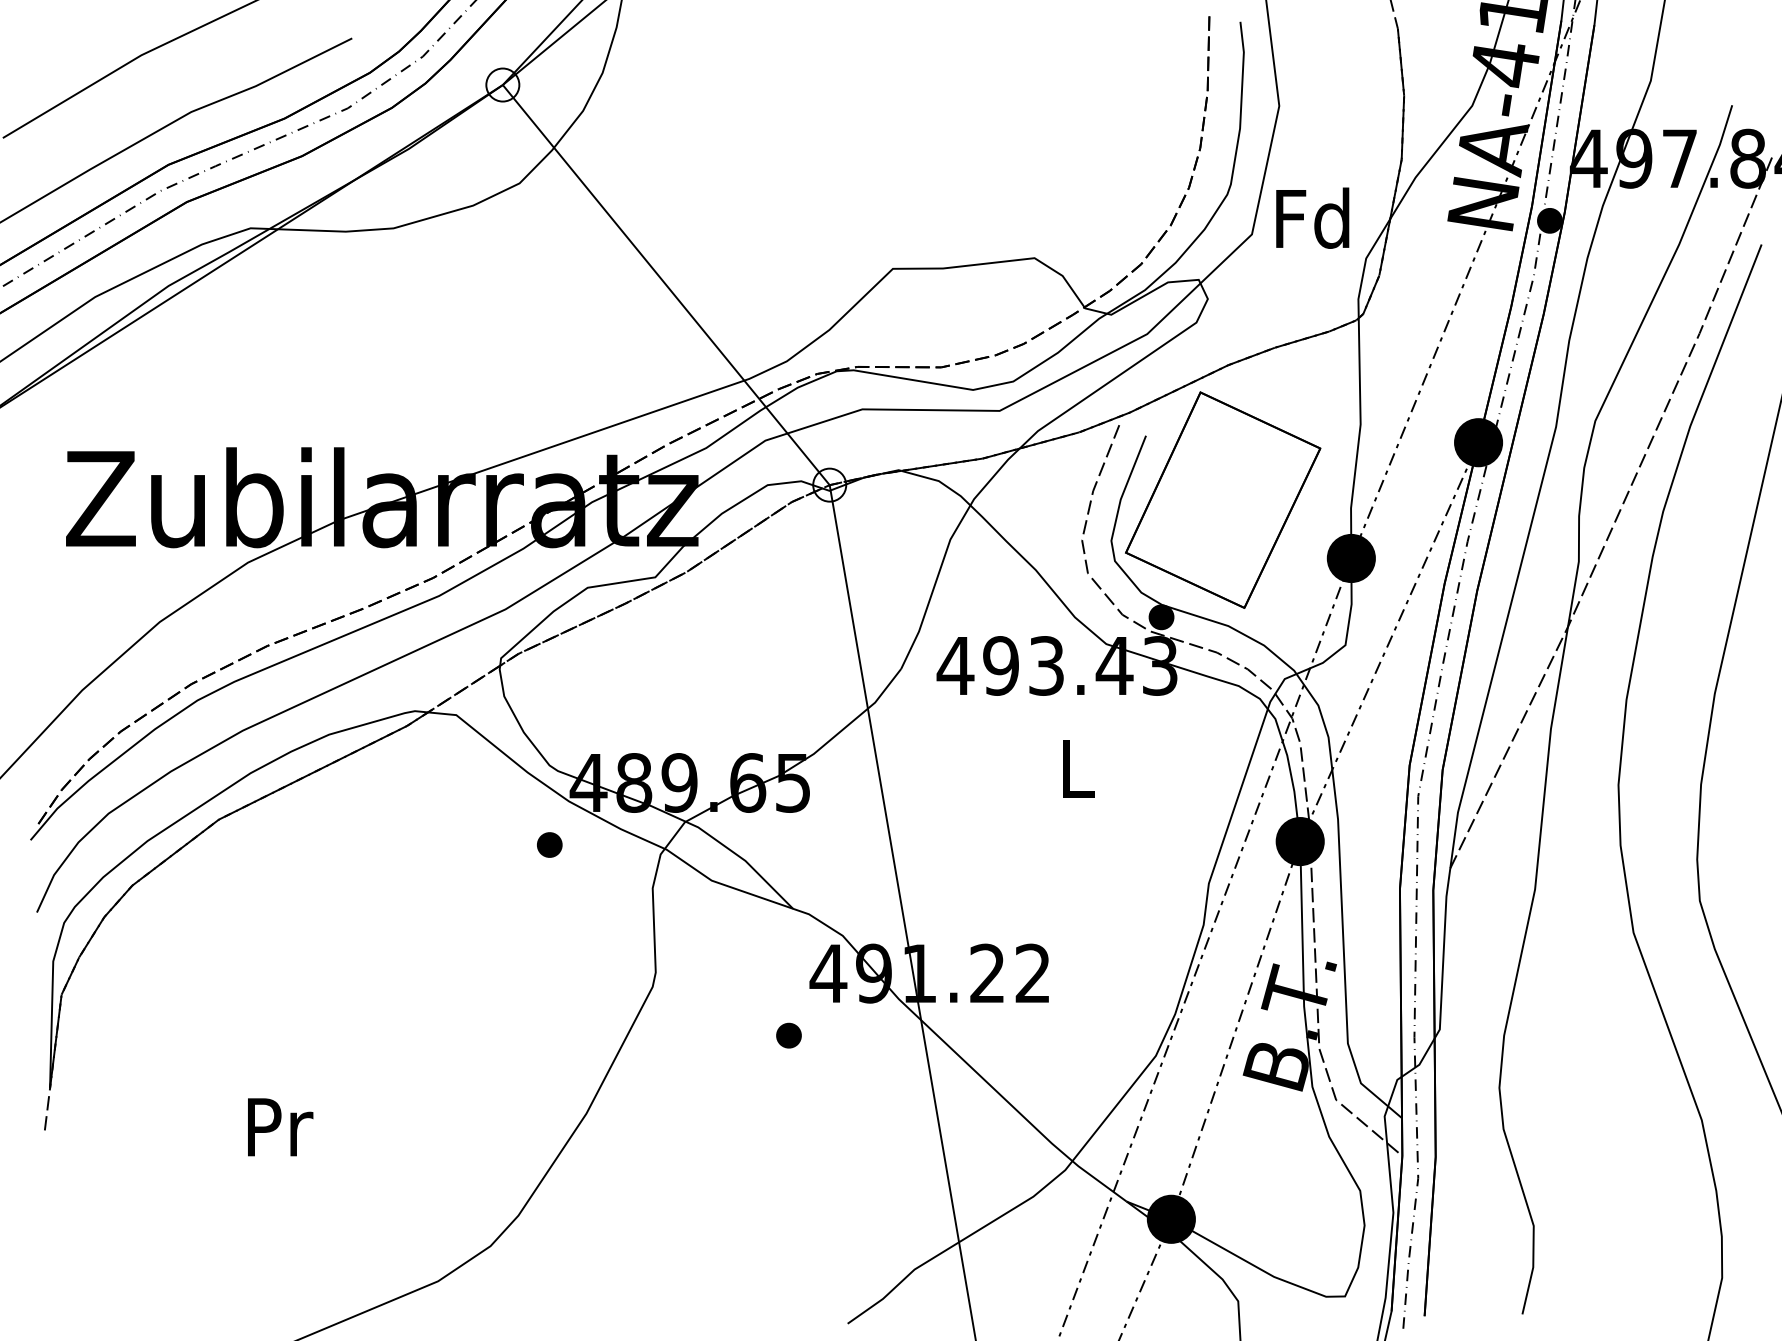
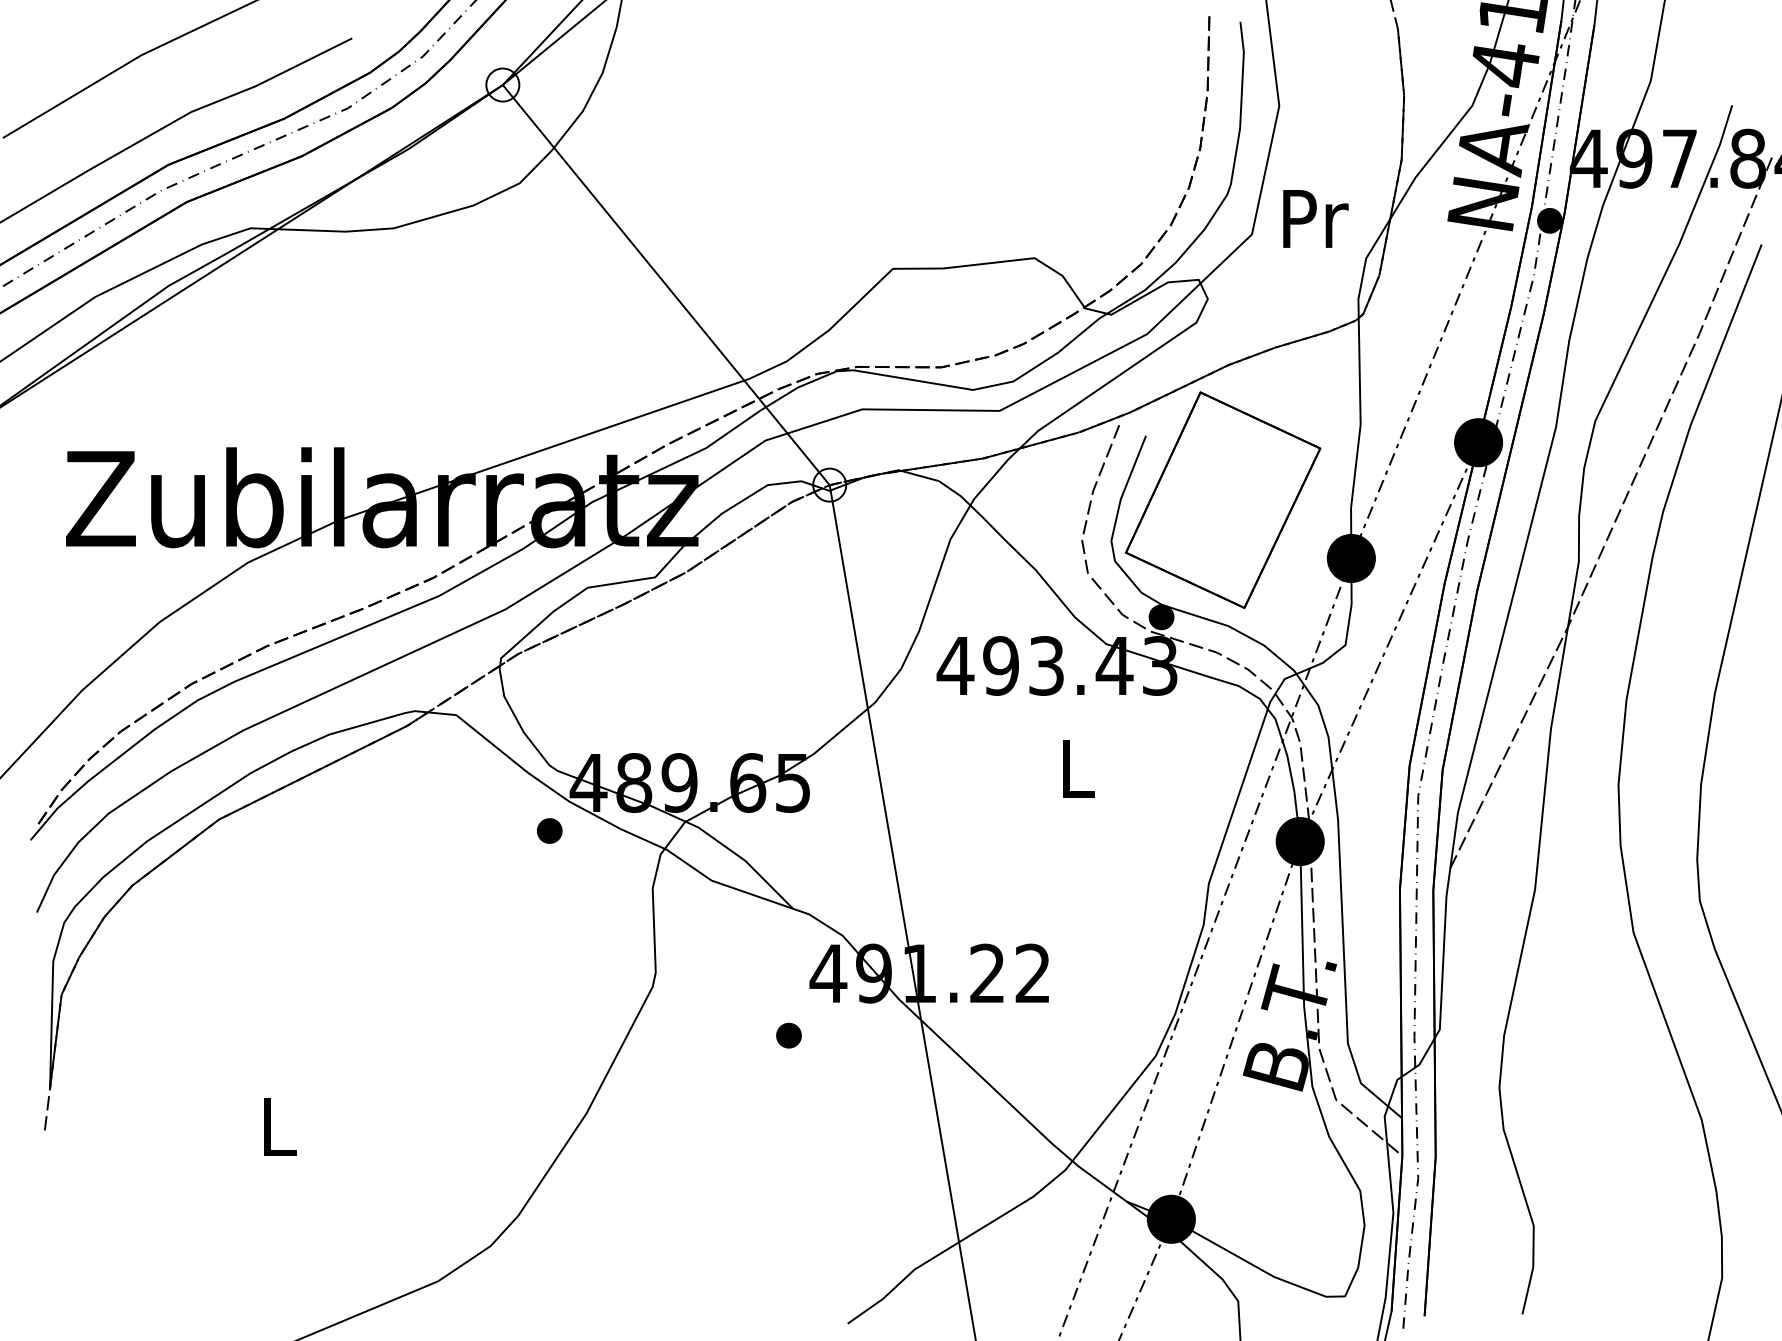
text at (1312, 217): Fd -> Pr
part at (549, 844) position: (549, 844) -> (549, 830)
text at (280, 1127): Pr -> L
